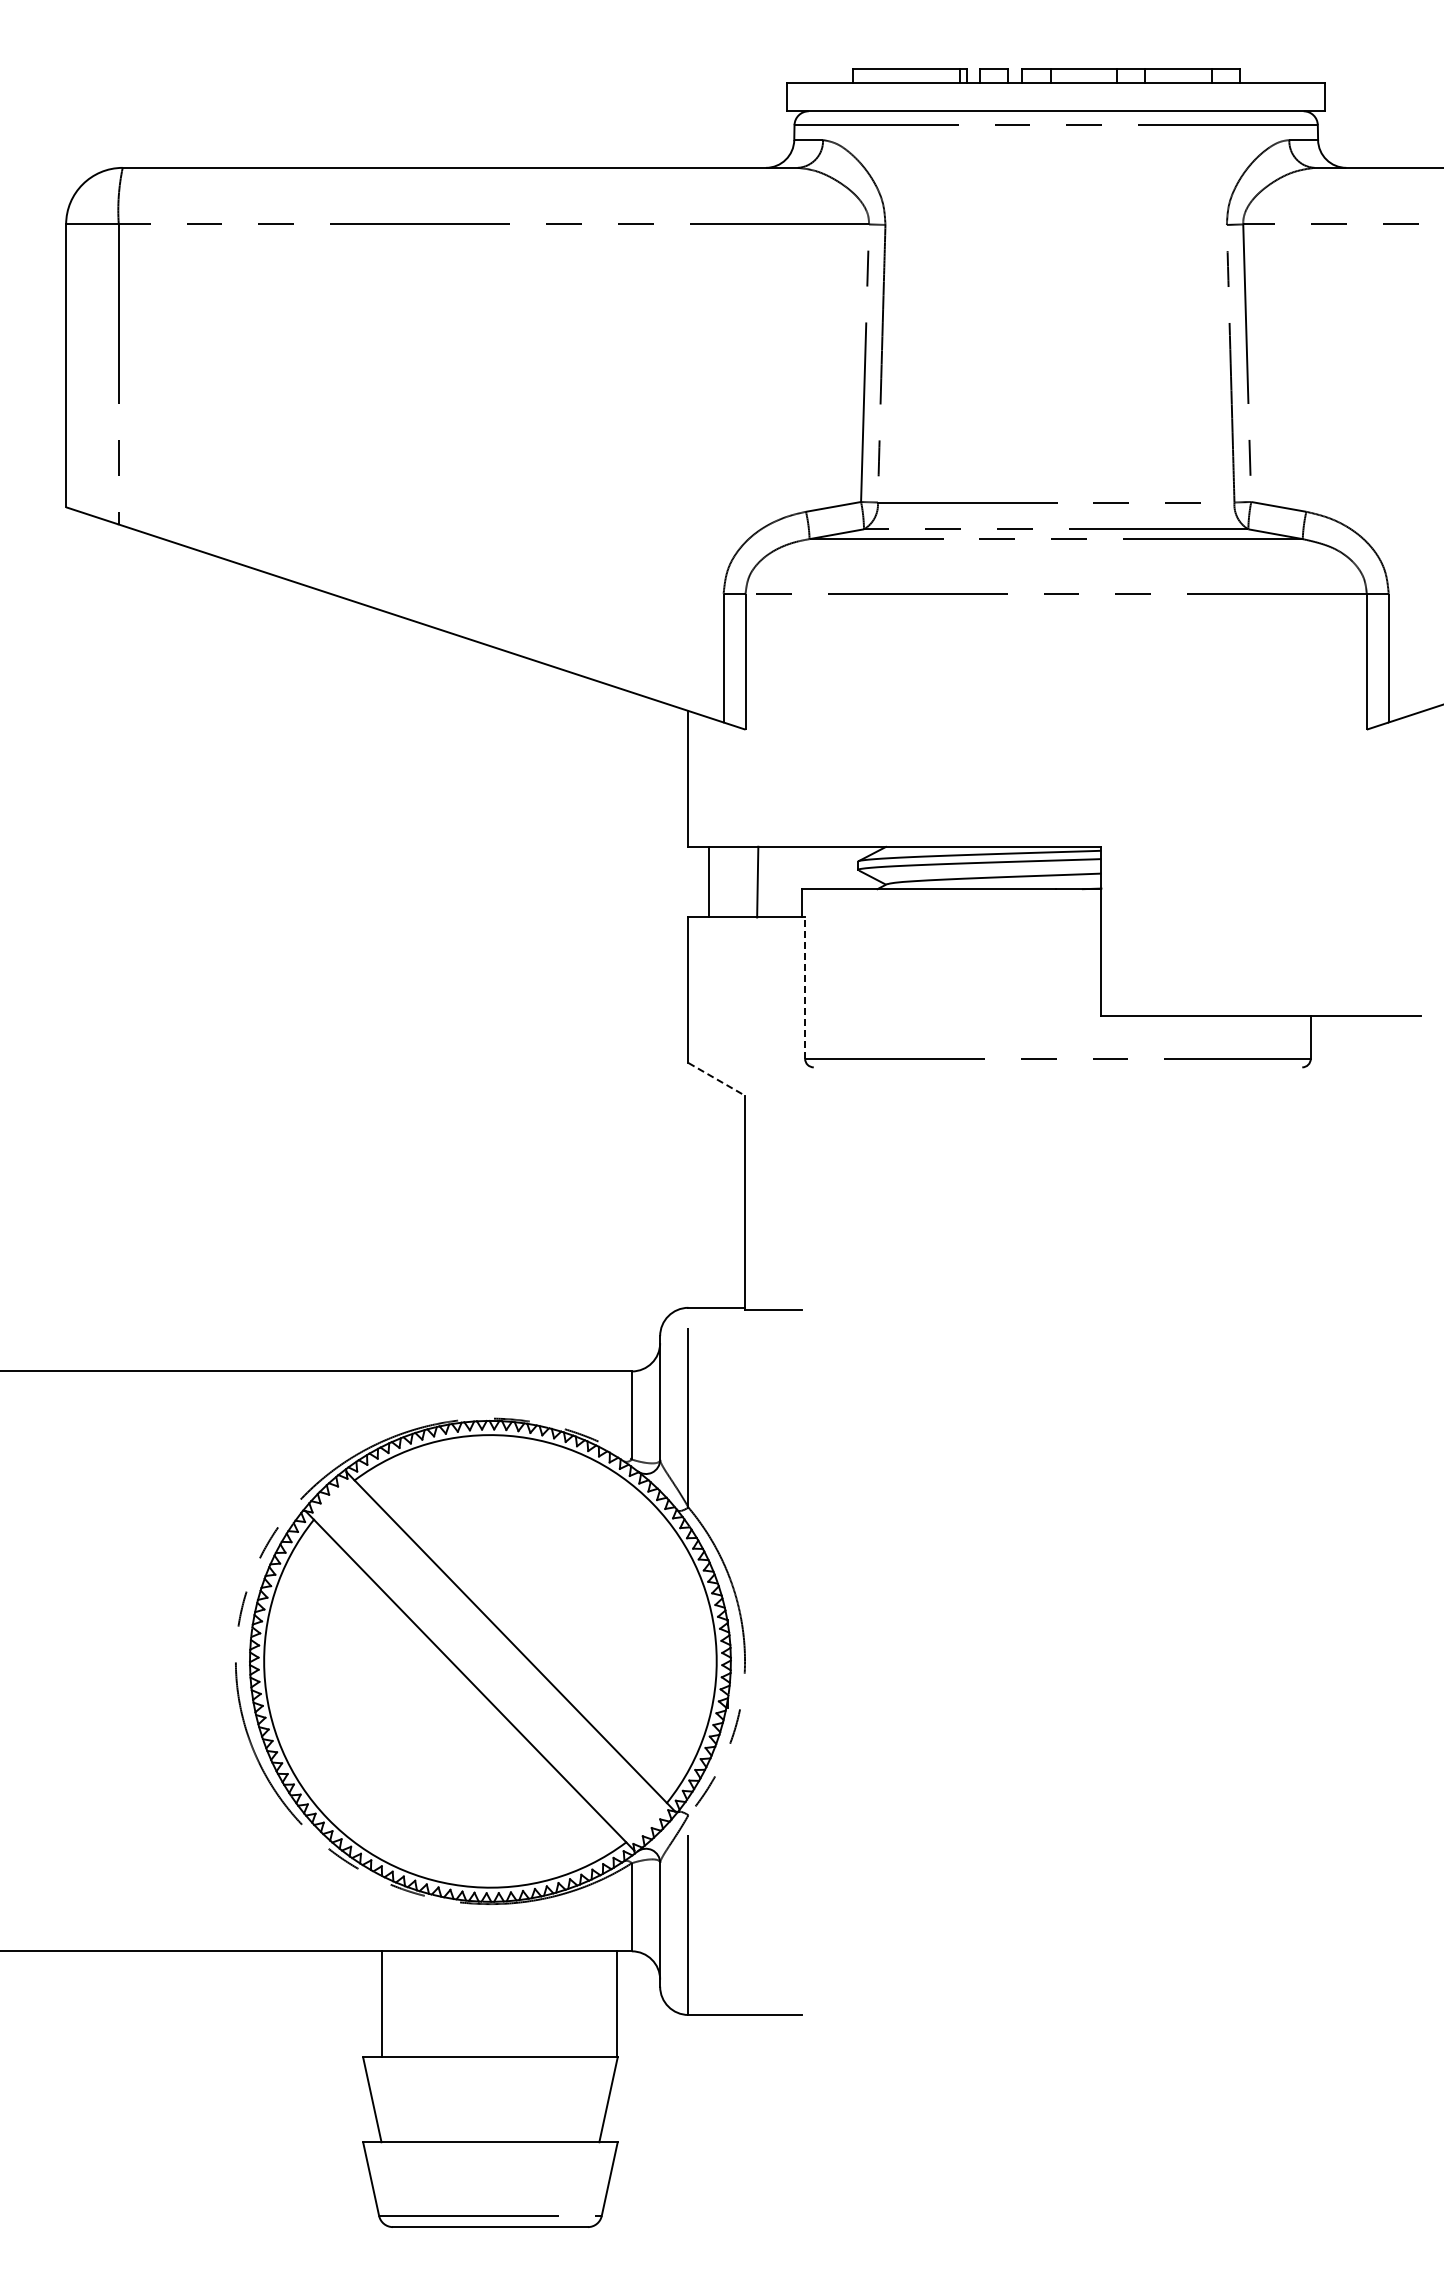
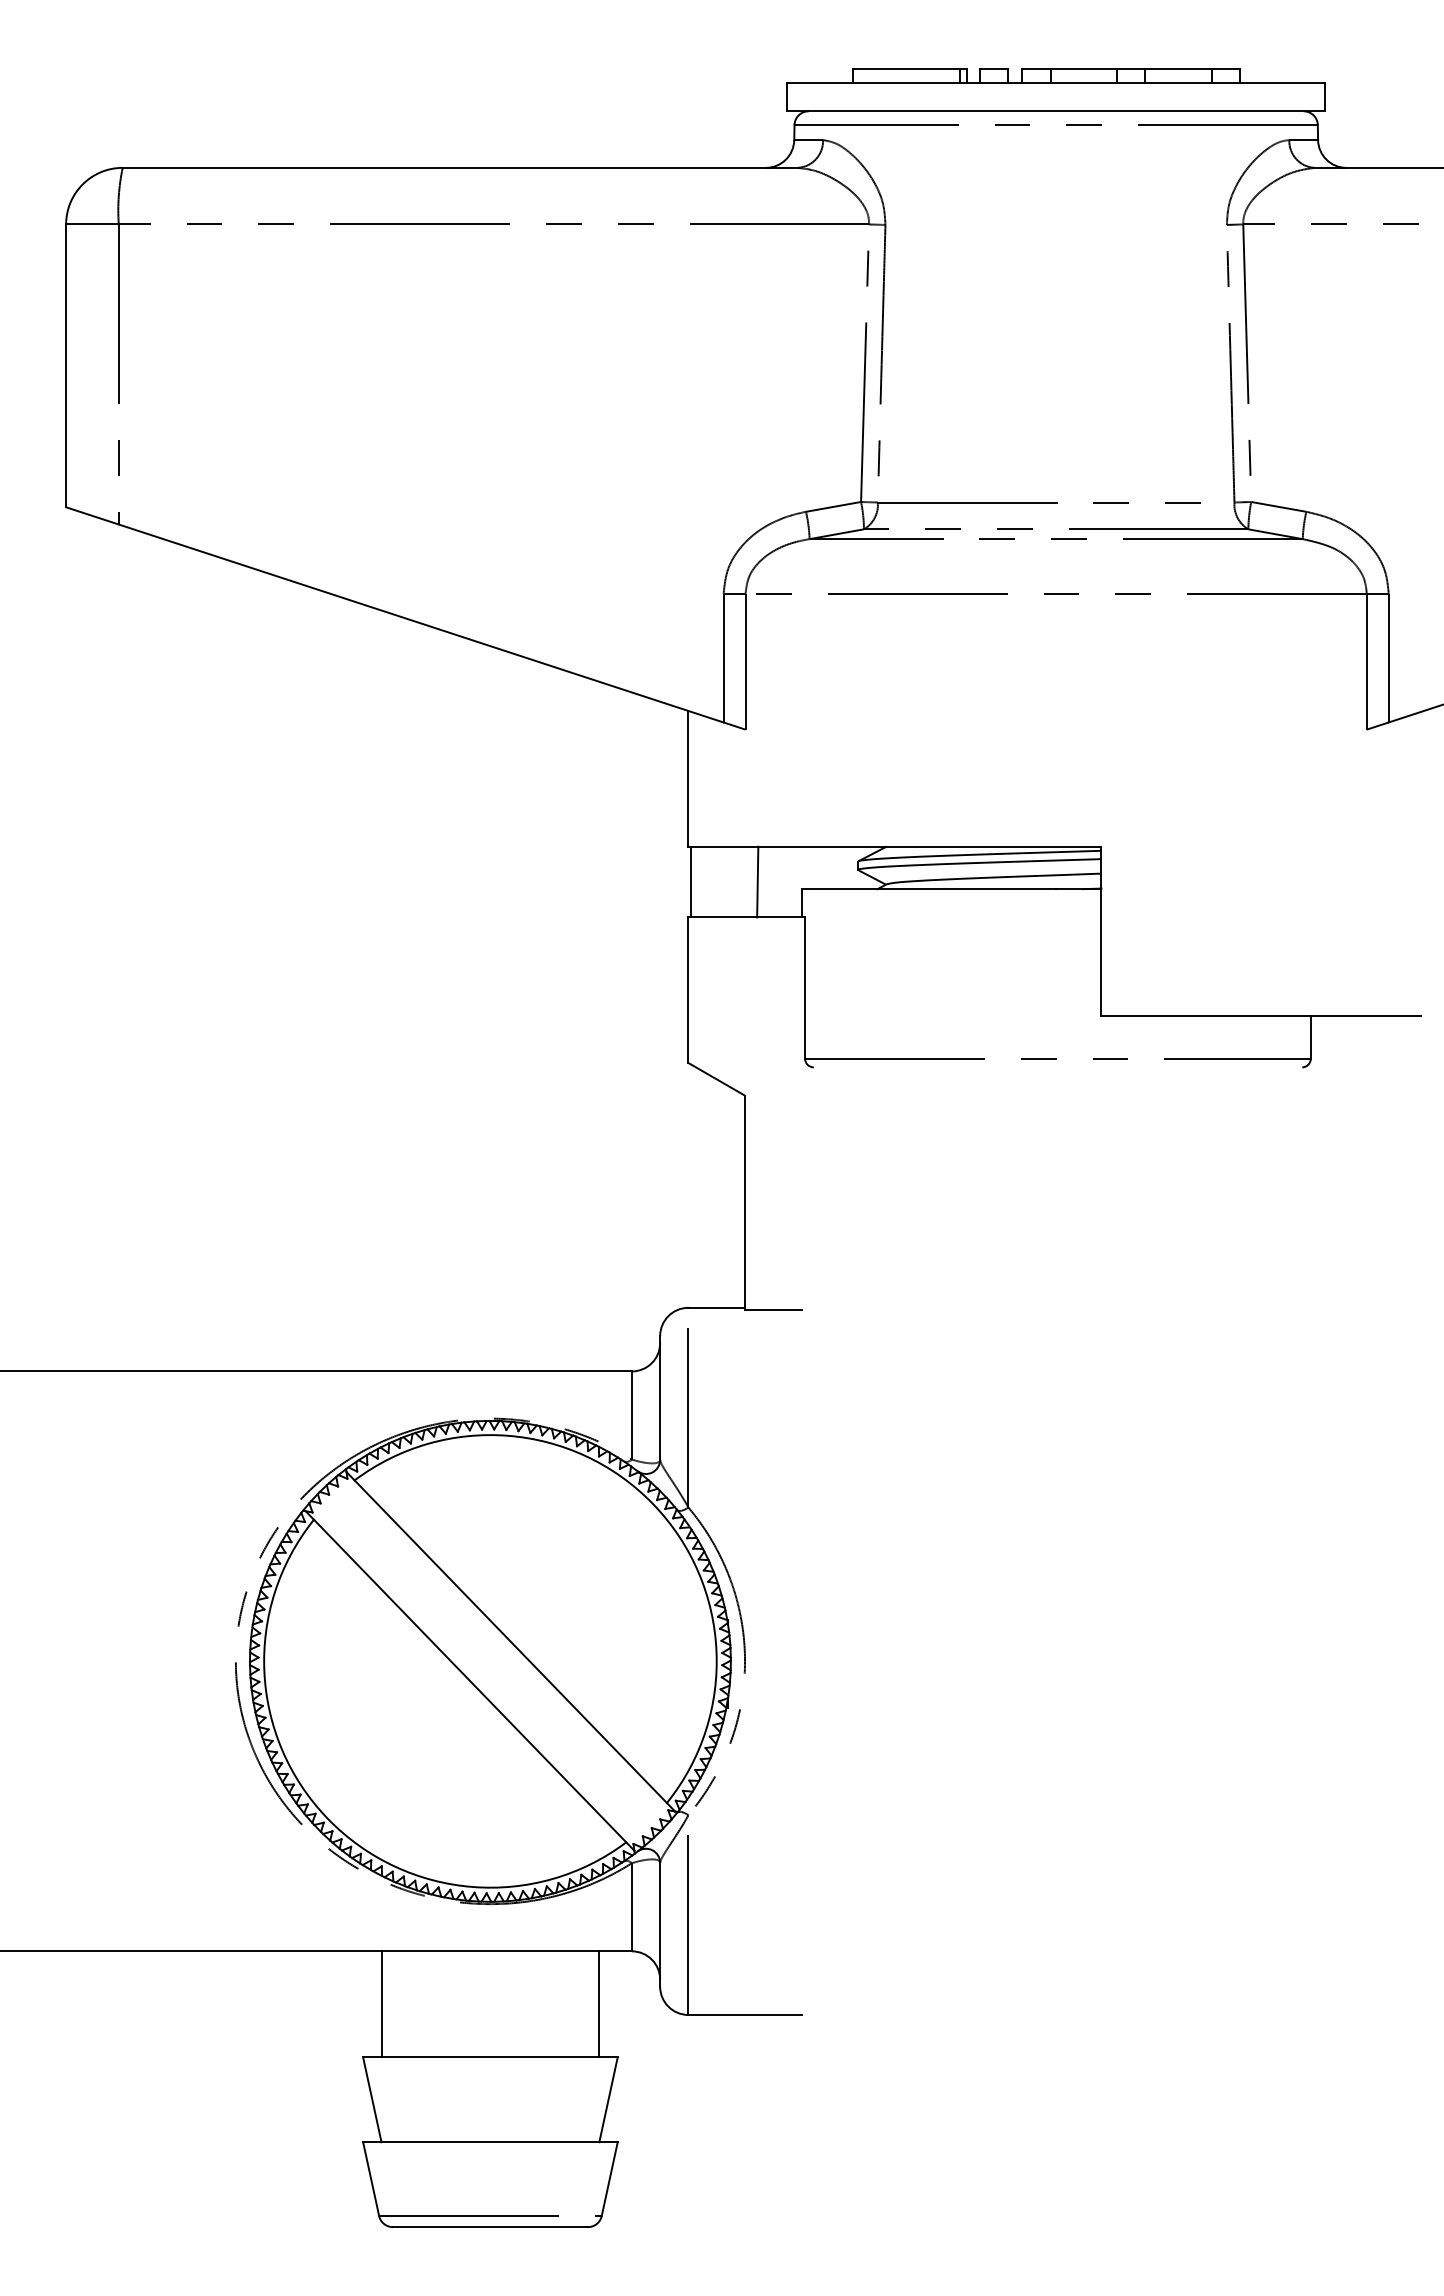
line at (709, 881) position: (709, 881) -> (691, 881)
line at (805, 988): dashed -> solid
line at (716, 1079): dashed -> solid
line at (617, 2004) position: (617, 2004) -> (599, 2004)
